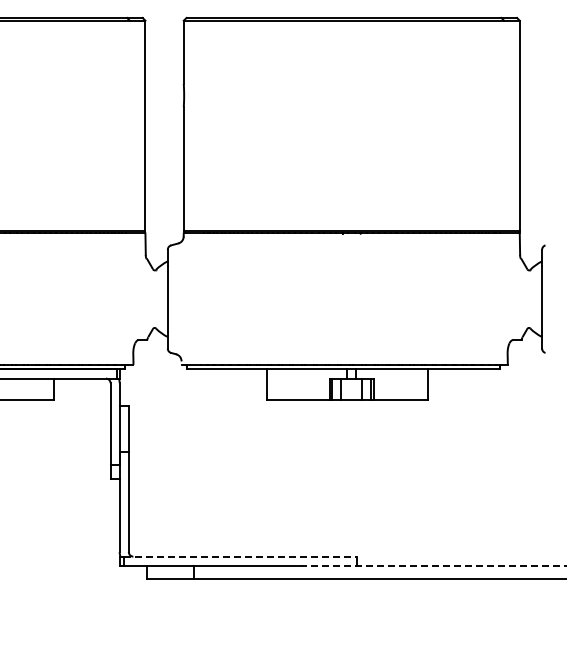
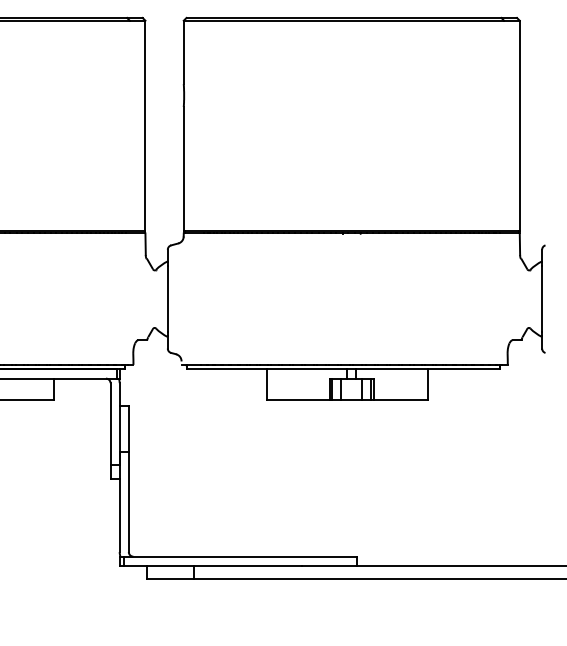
line at (240, 556): dashed -> solid
line at (433, 565): dashed -> solid
